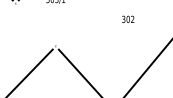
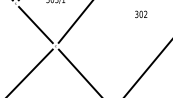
text at (128, 19) position: (128, 19) -> (141, 14)
line at (74, 22): none -> present
line at (35, 24): none -> present
